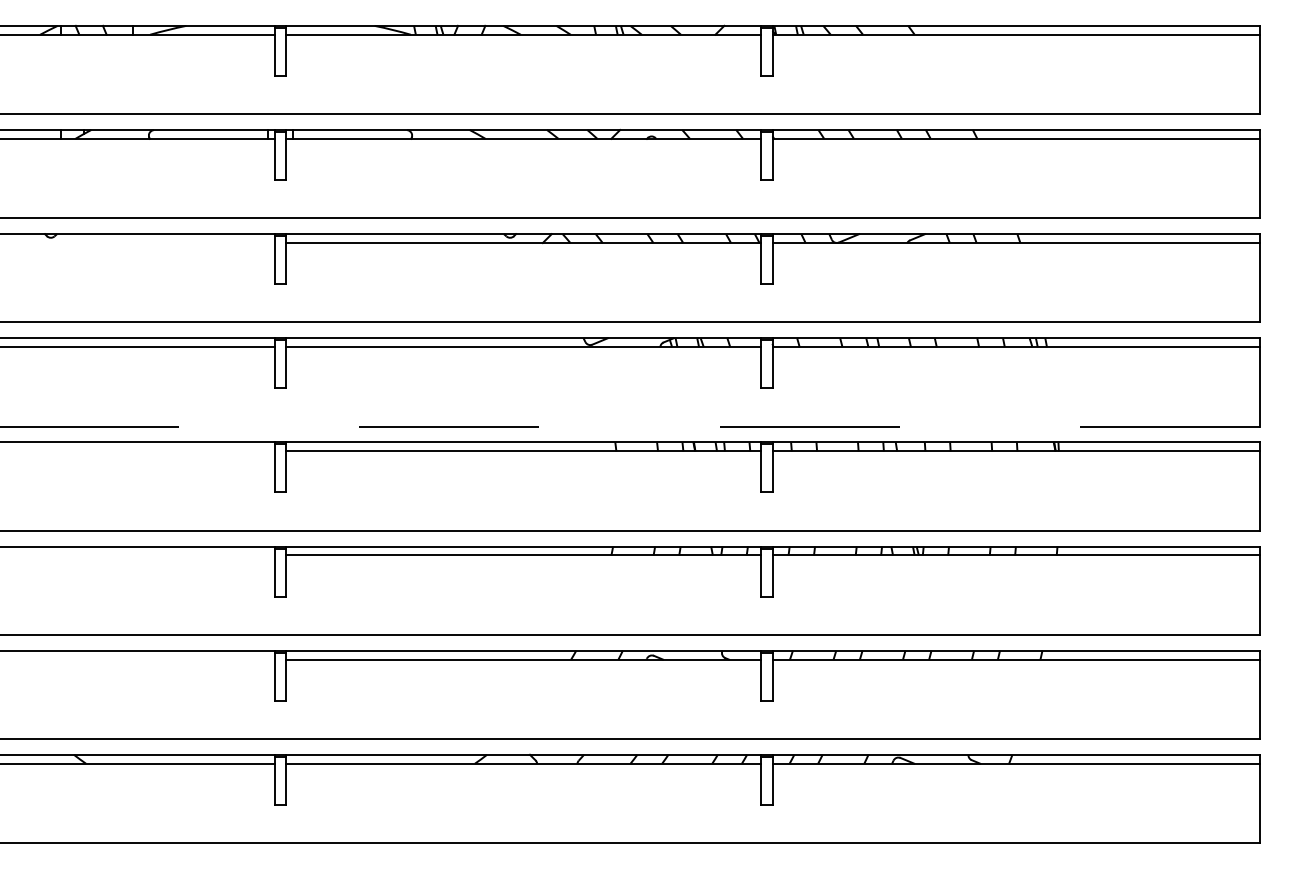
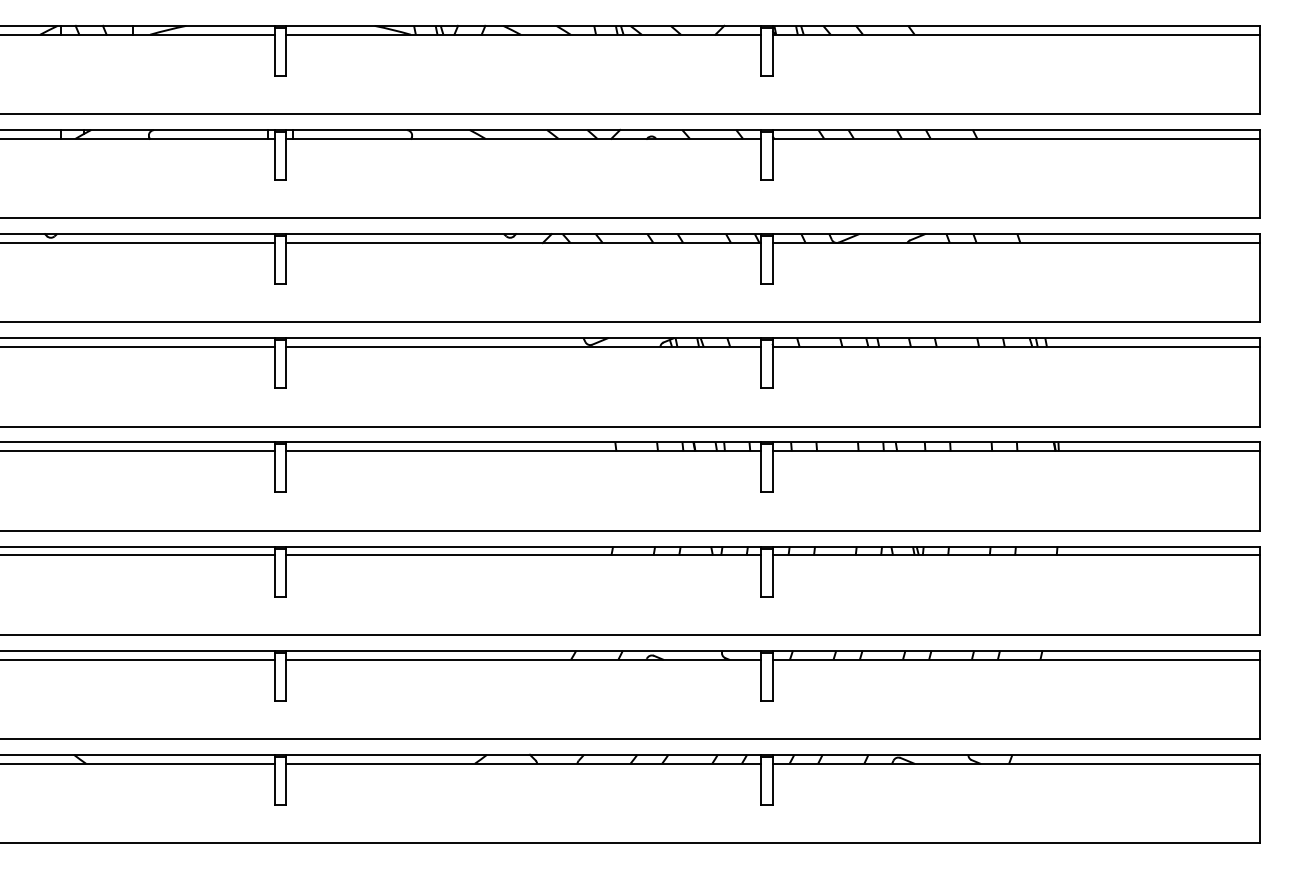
line at (138, 243): none -> present
line at (630, 426): dashed -> solid
line at (138, 451): none -> present
line at (138, 555): none -> present
line at (138, 659): none -> present
